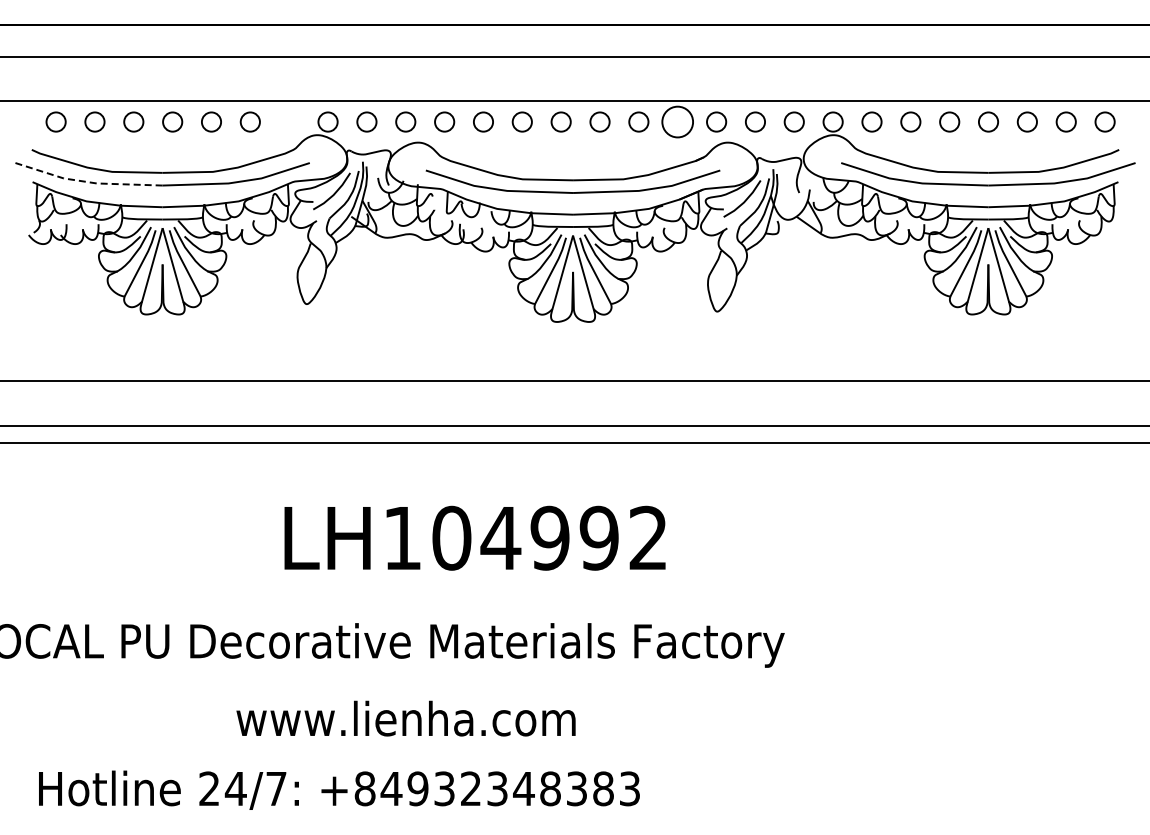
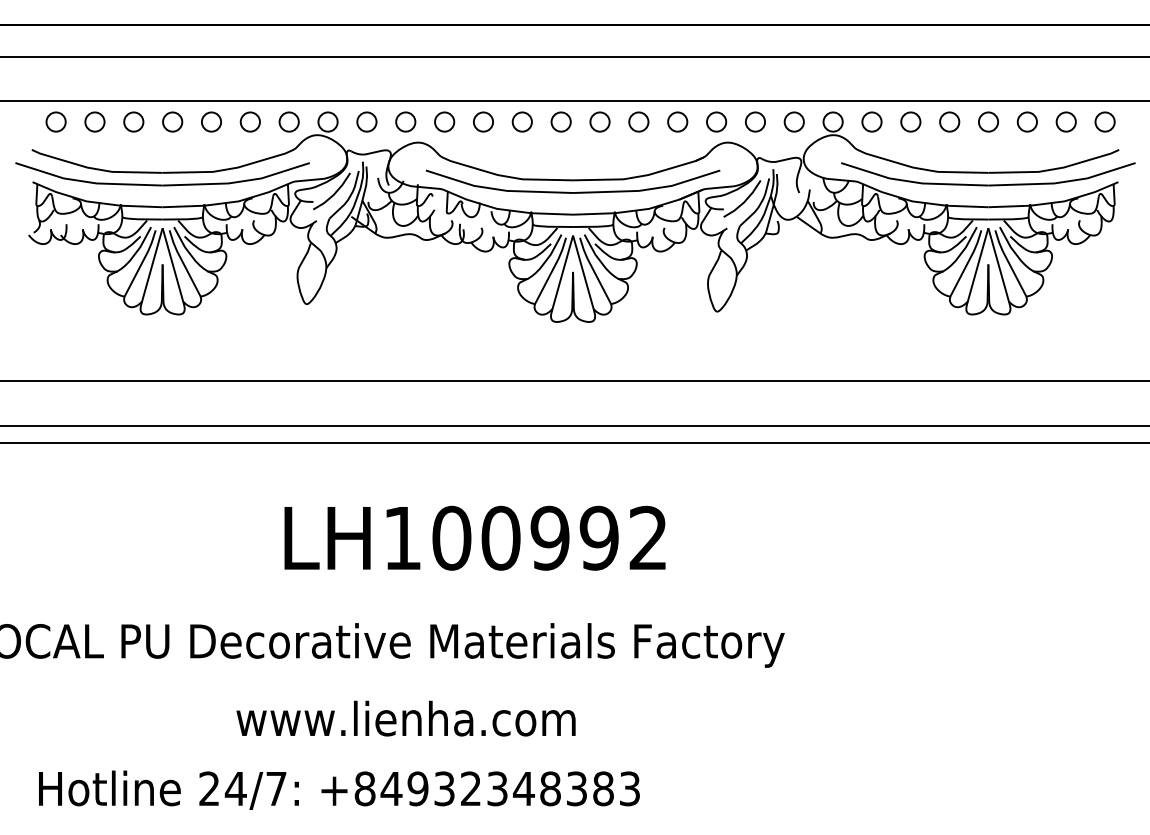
circle at (288, 121): none -> present
circle at (677, 121) diameter: 31 px -> 19 px
line at (87, 181): dashed -> solid
text at (500, 537): LH104992 -> LH100992
